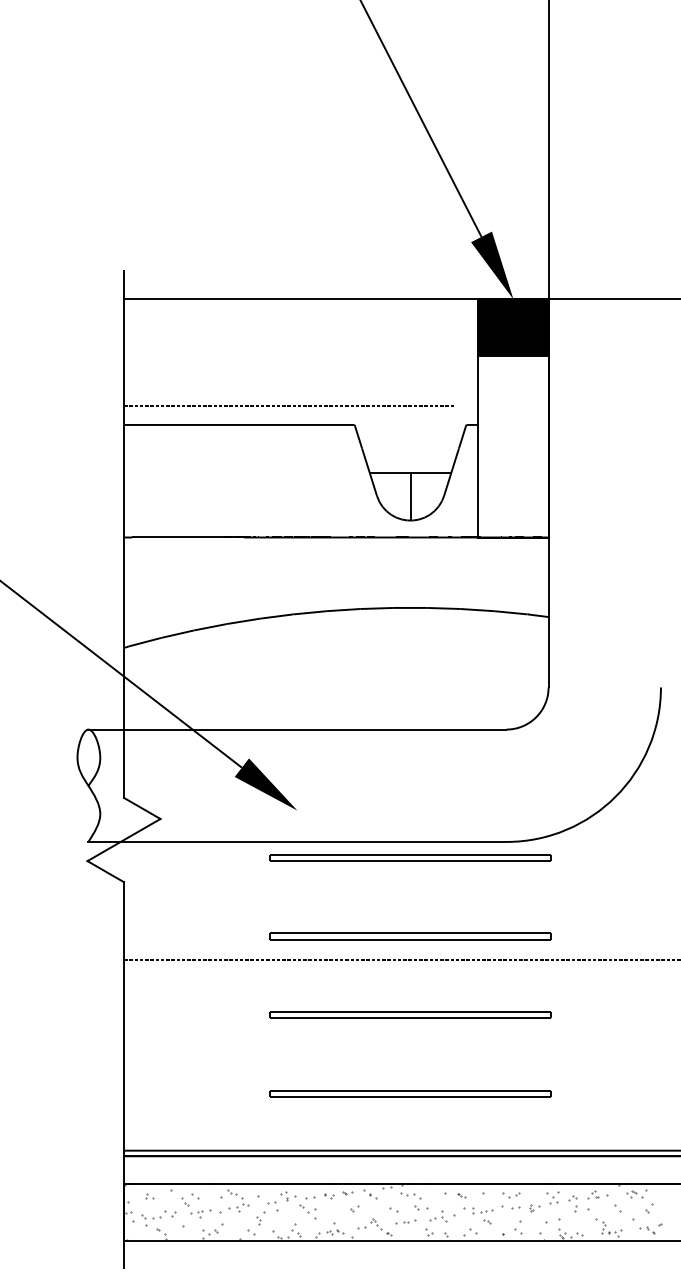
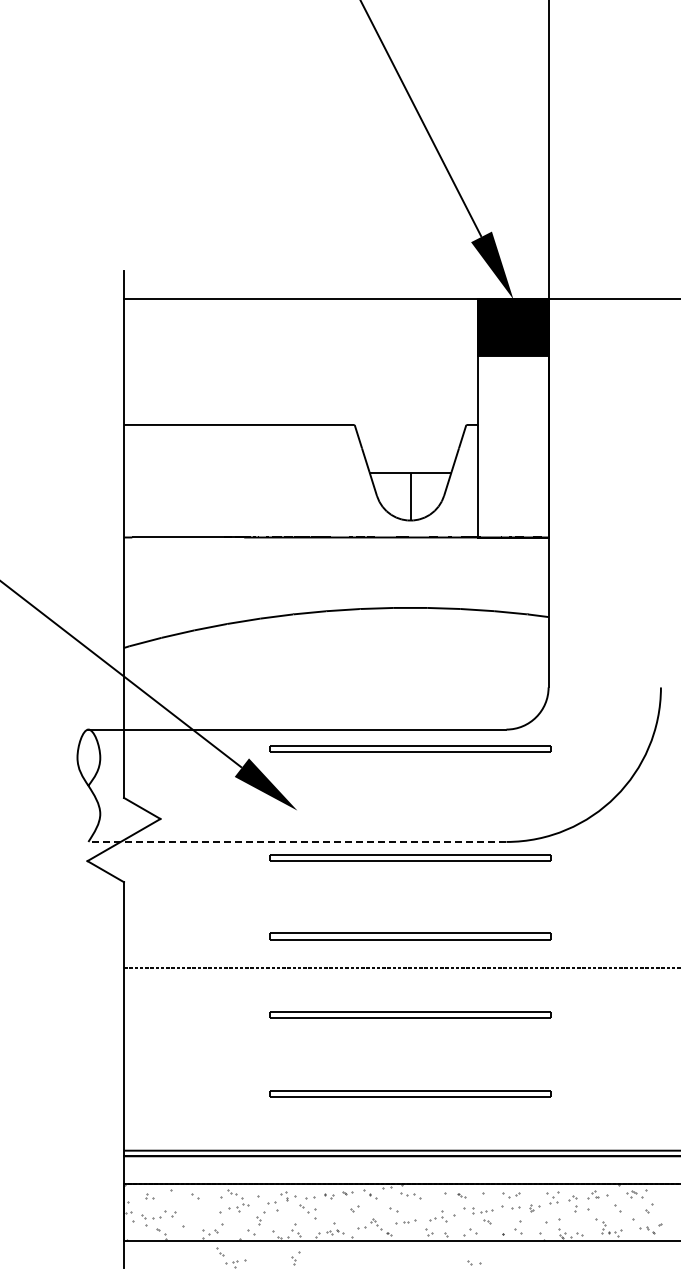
line at (289, 406): present -> none
part at (410, 748): none -> present
line at (296, 841): solid -> dashed
line at (400, 960) position: (400, 960) -> (400, 968)
part at (196, 1207) position: (196, 1207) -> (231, 1257)
part at (421, 1207) position: (421, 1207) -> (474, 1262)
part at (295, 1258): none -> present
